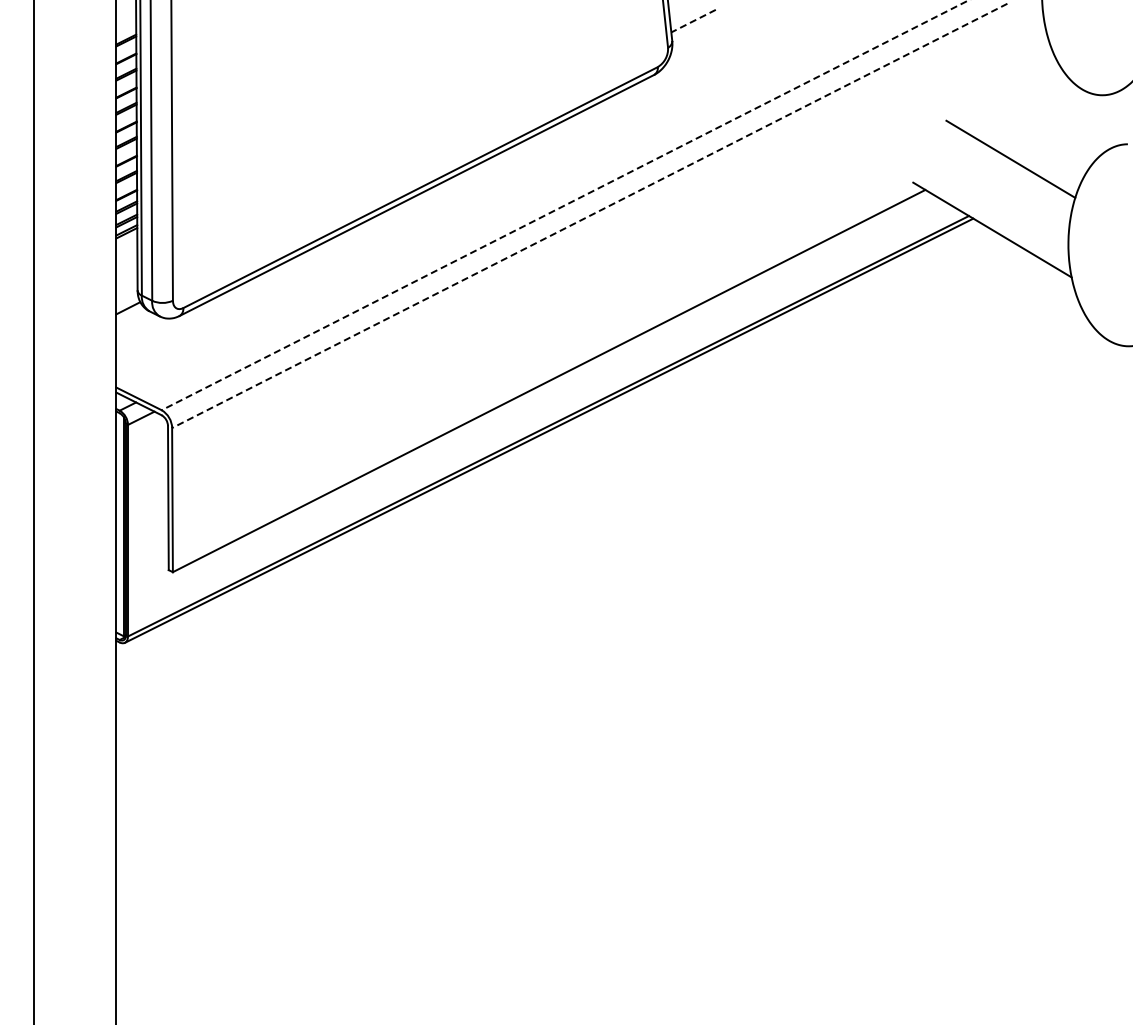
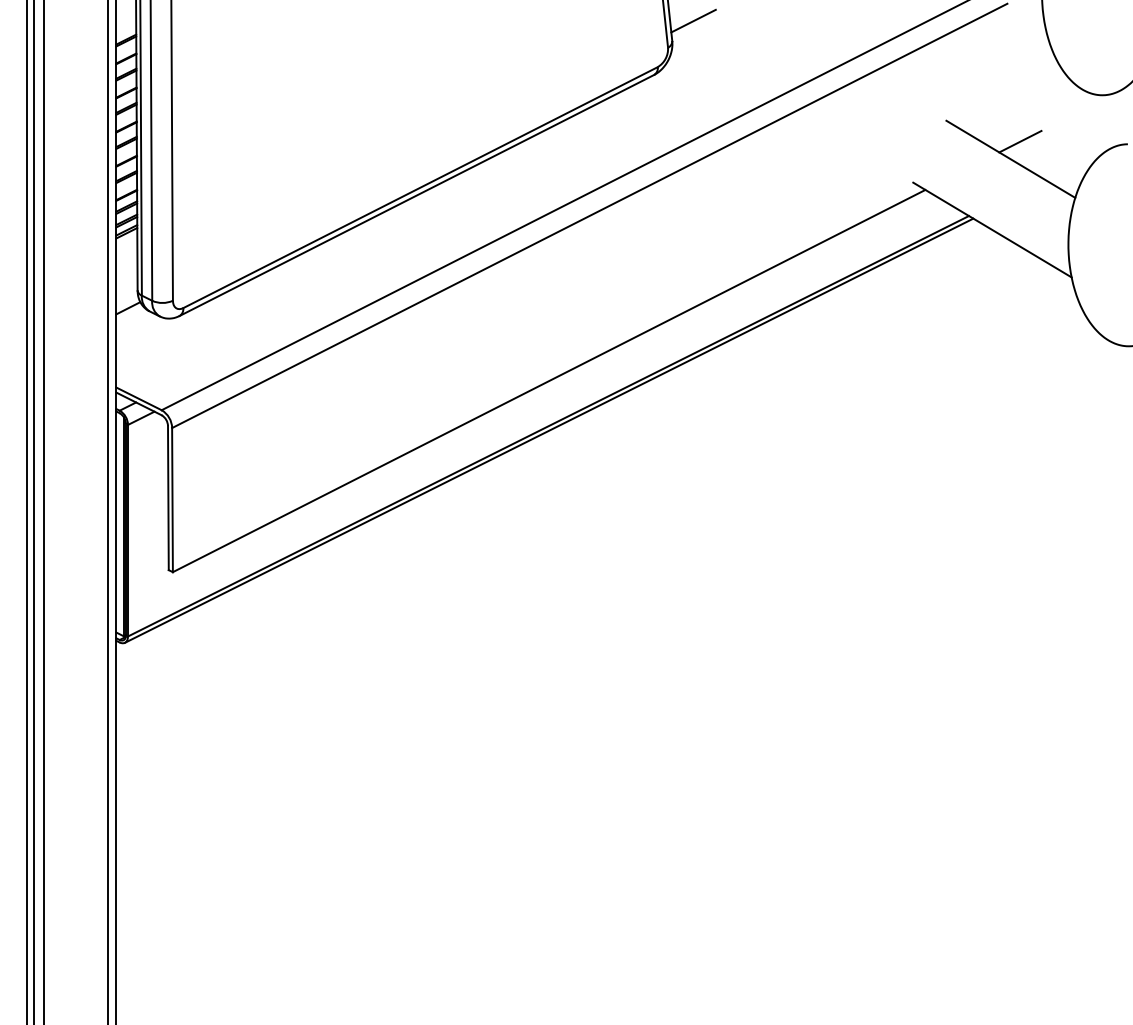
line at (693, 21): dashed -> solid
line at (1020, 141): none -> present
line at (565, 205): dashed -> solid
line at (589, 216): dashed -> solid
line at (27, 511): none -> present
line at (43, 511): none -> present
line at (107, 511): none -> present
